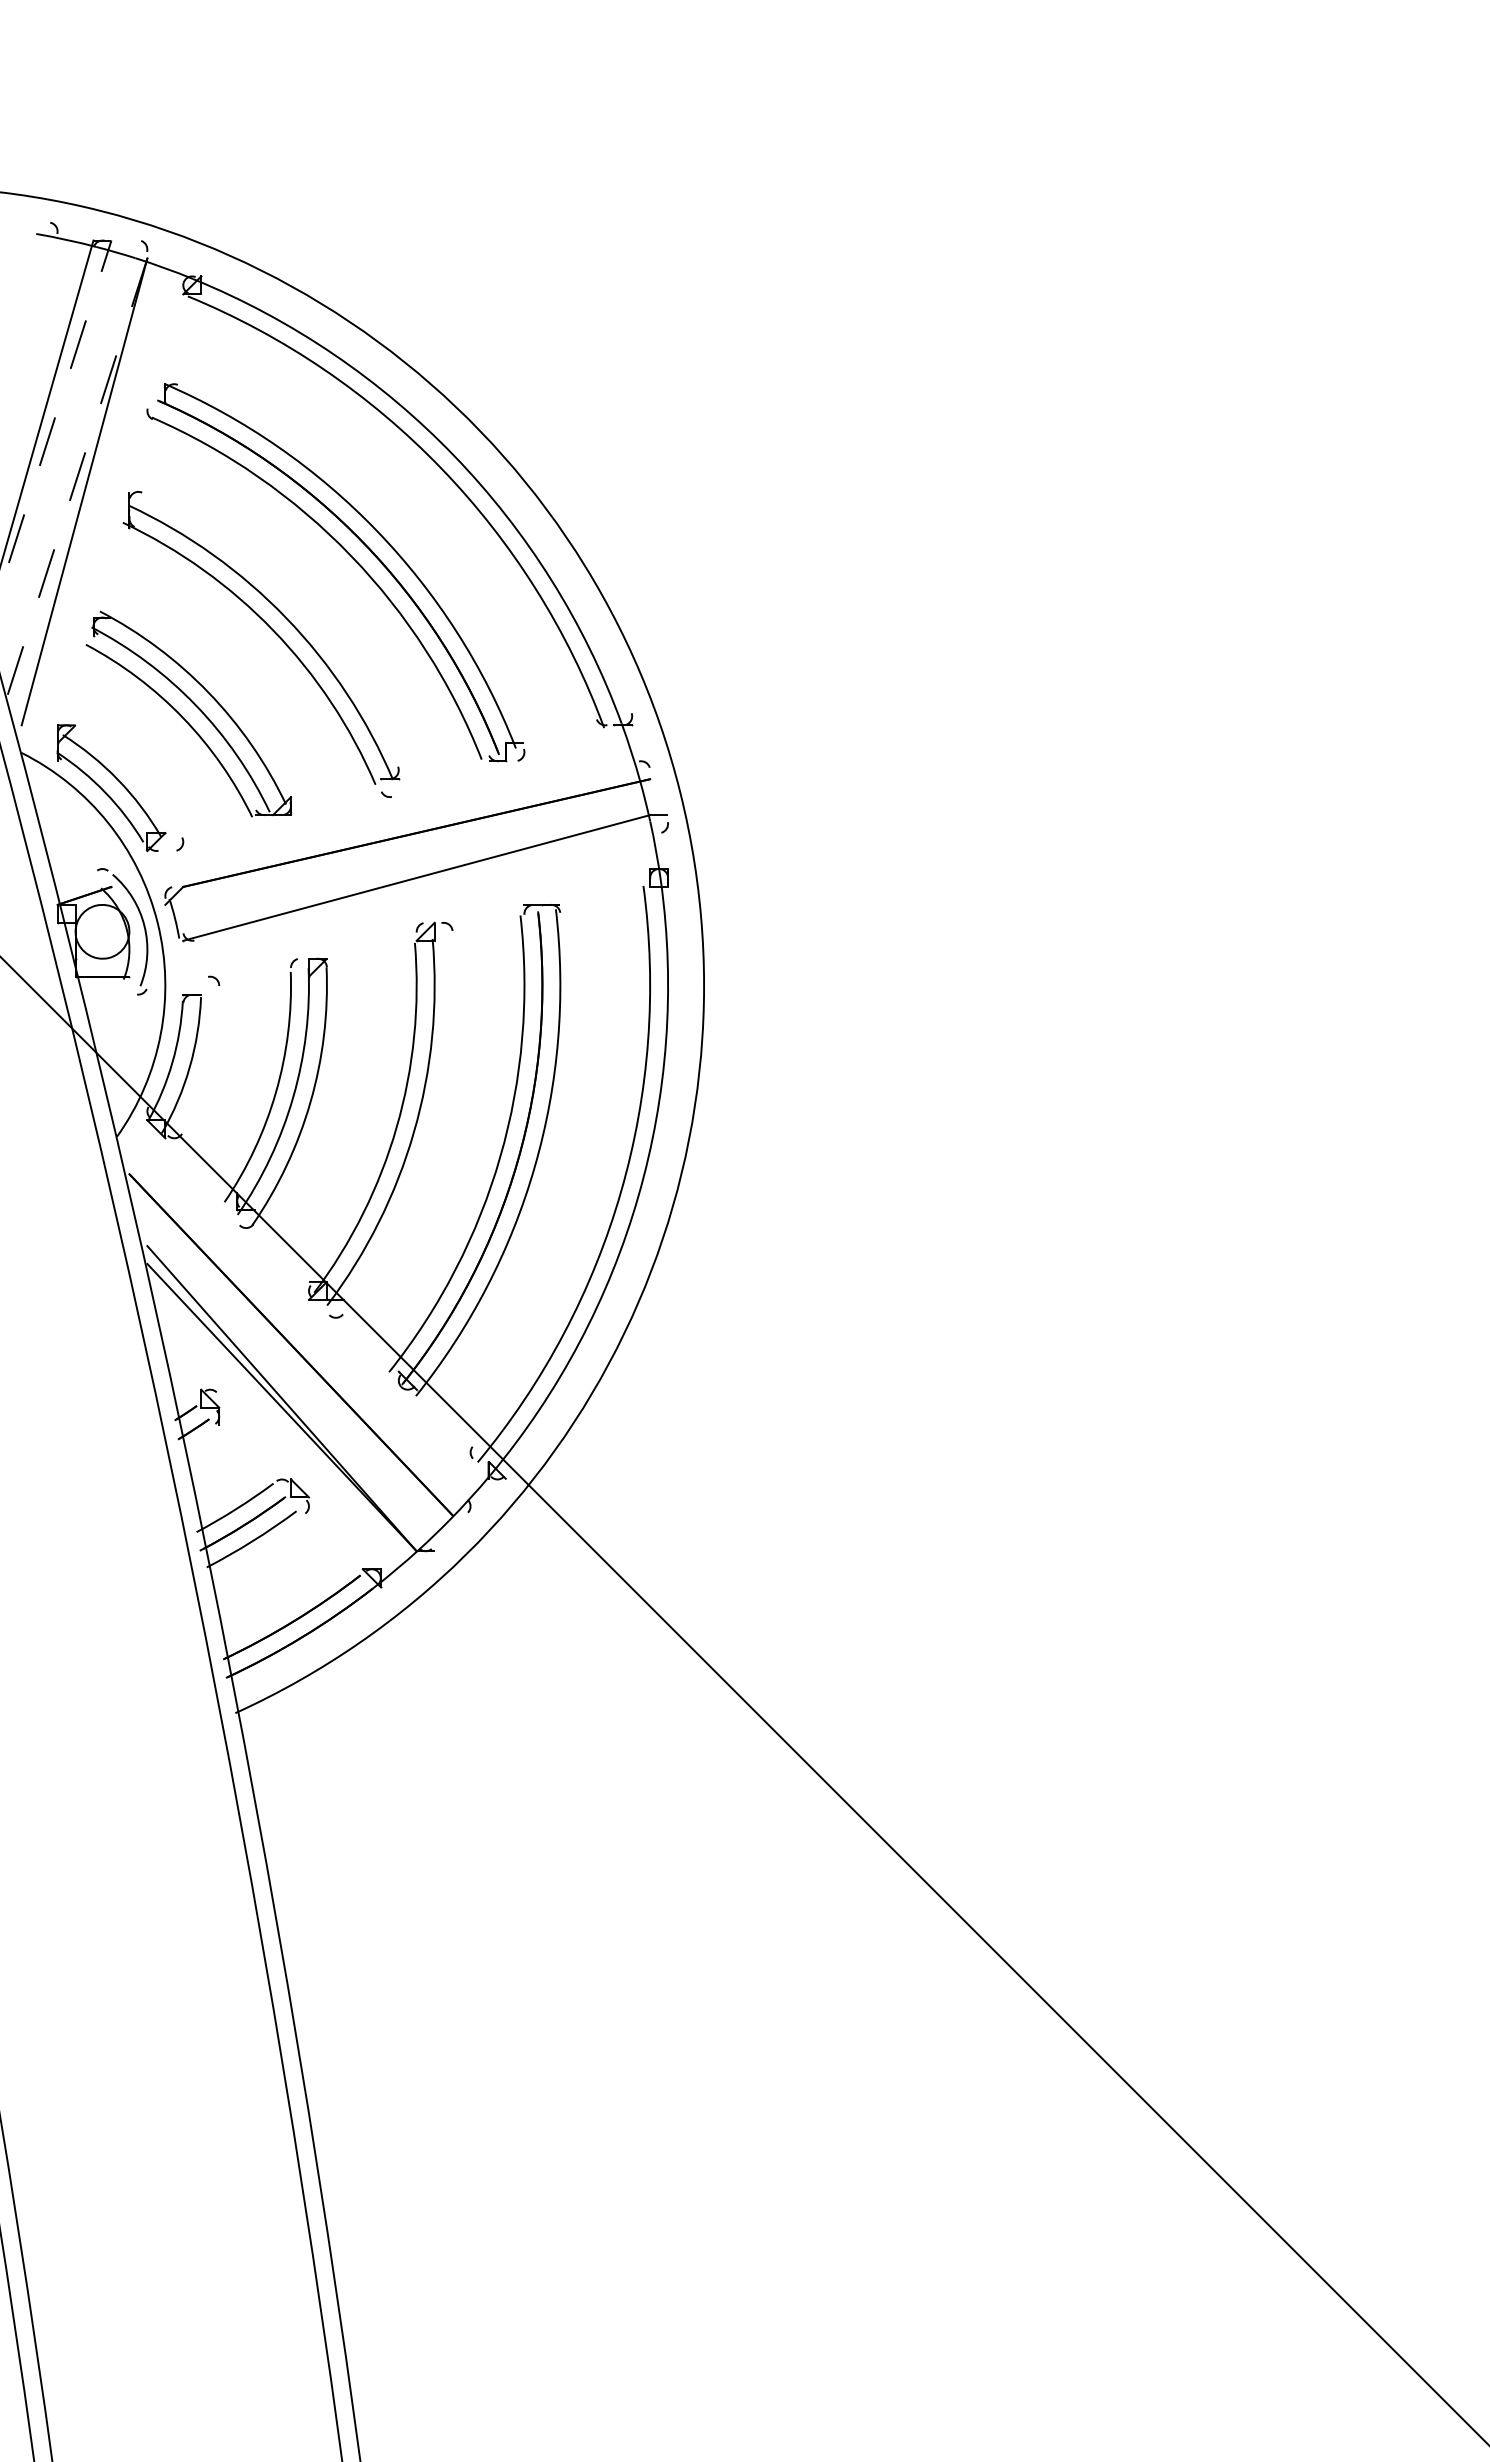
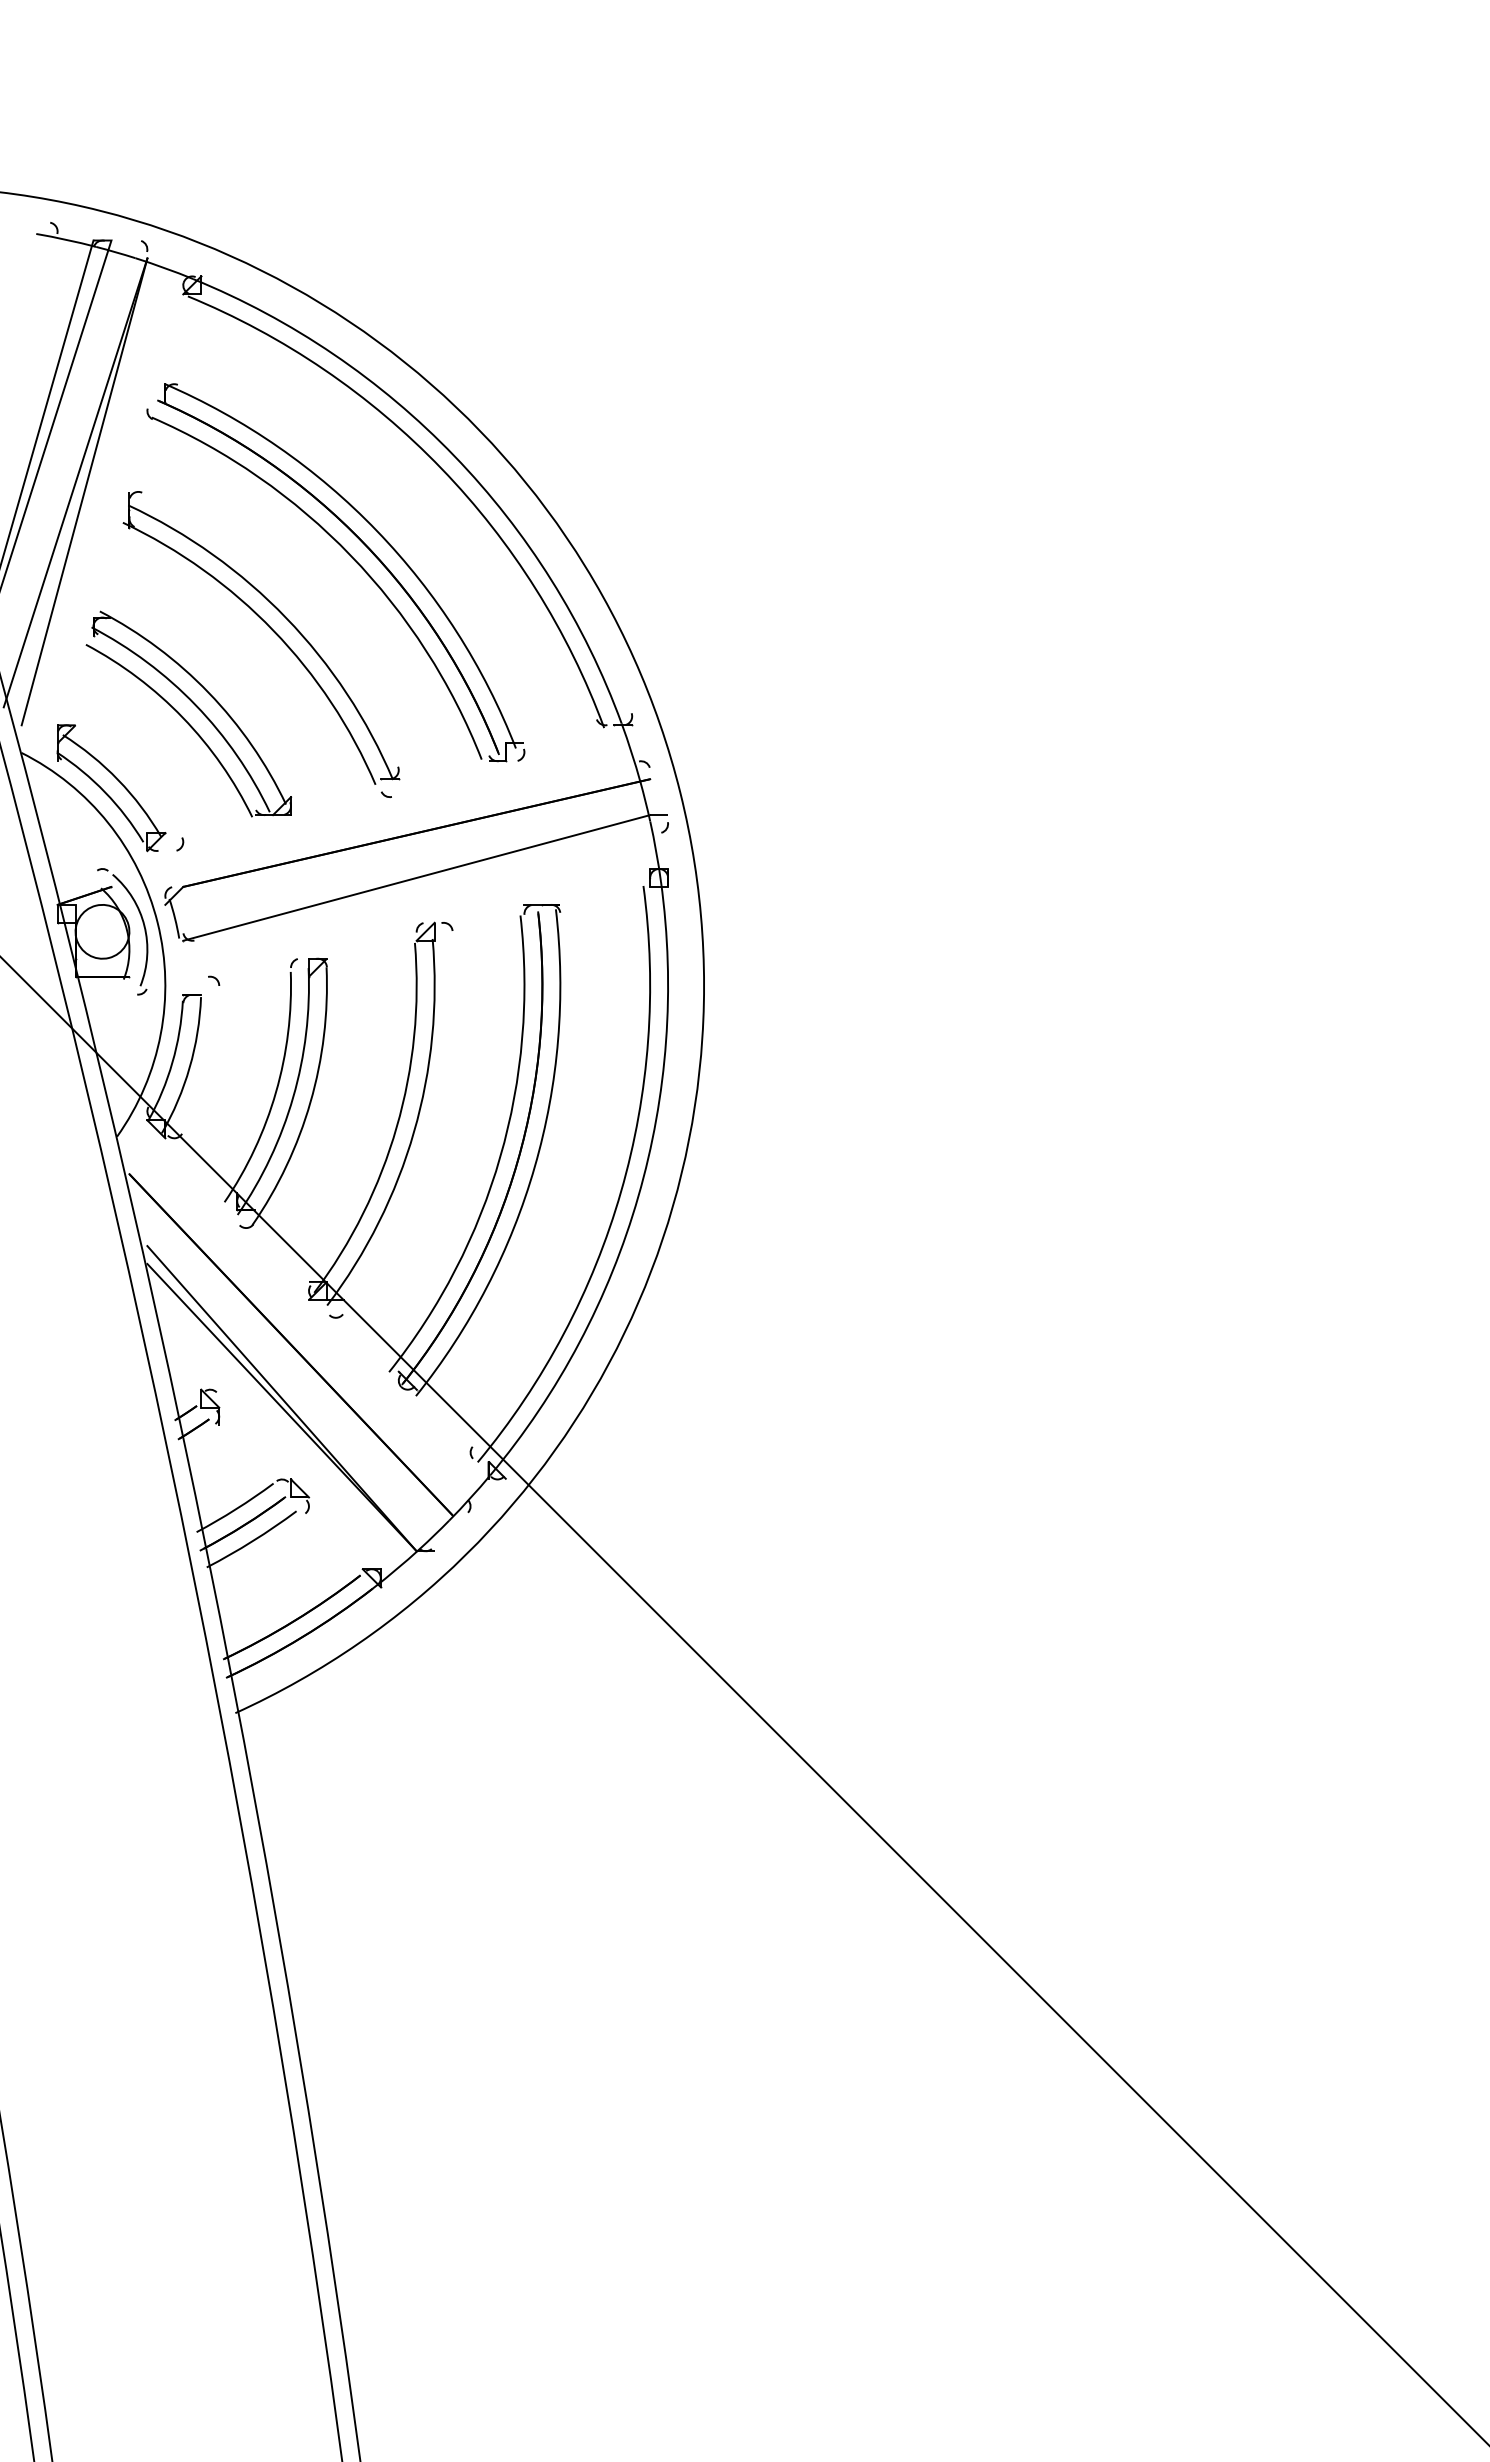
line at (58, 407): dashed -> solid
line at (75, 482): dashed -> solid
